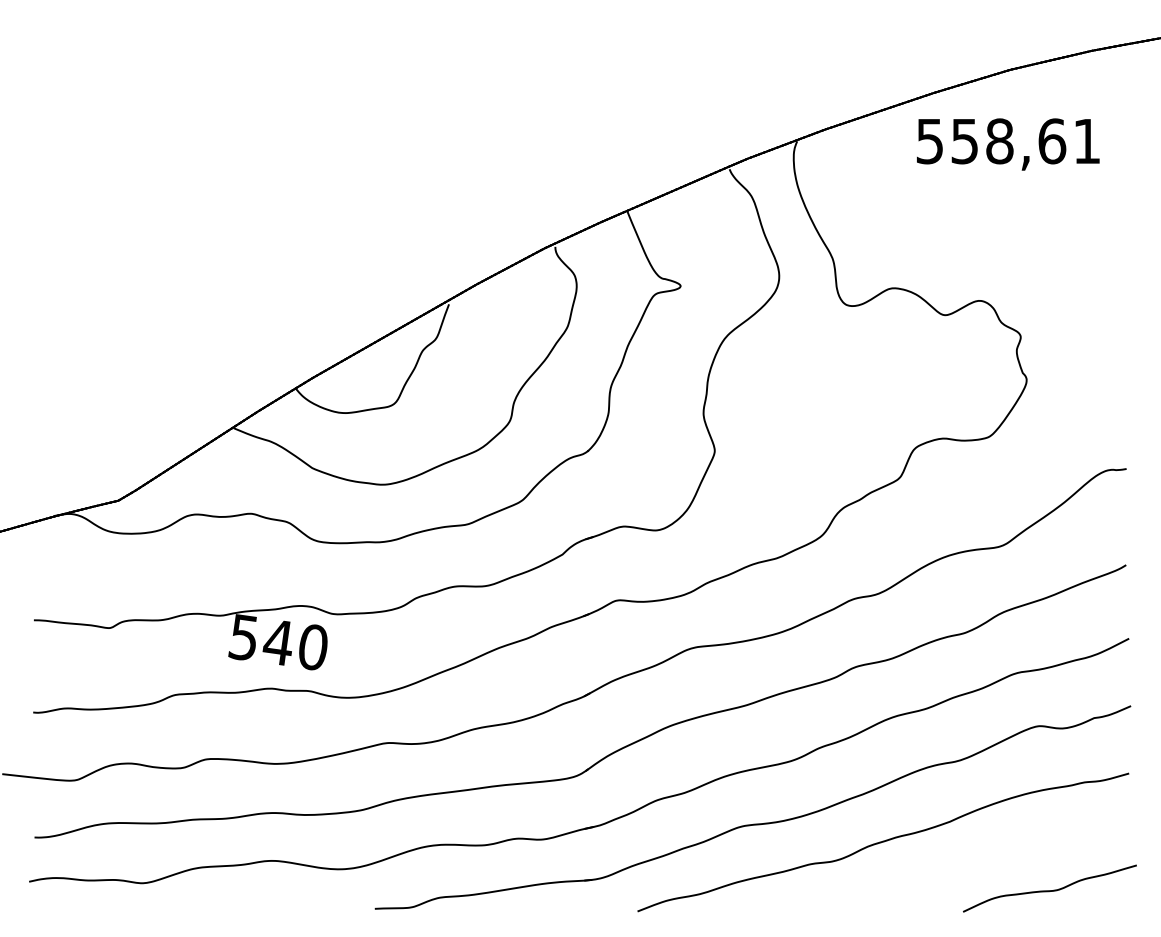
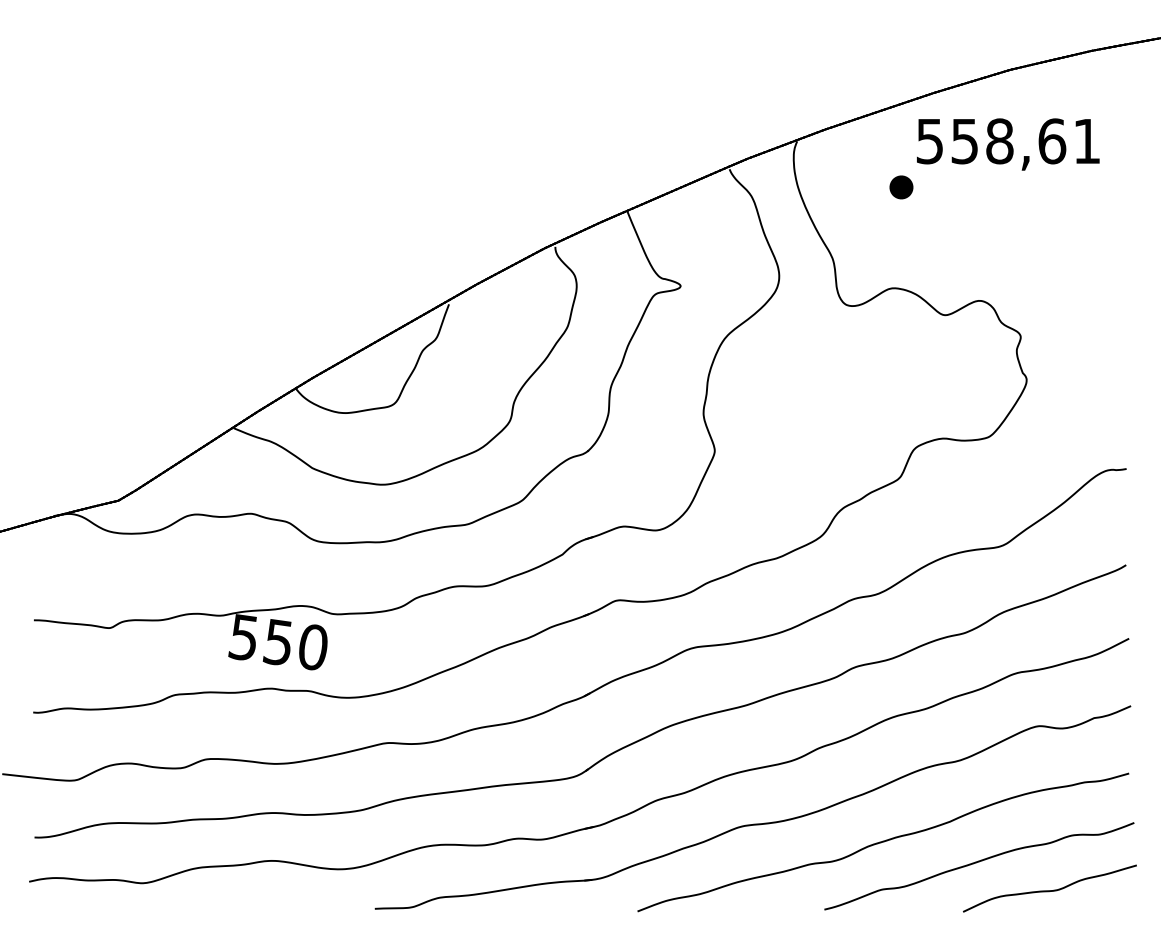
part at (901, 187): none -> present
text at (276, 642): 540 -> 550
part at (979, 866): none -> present
